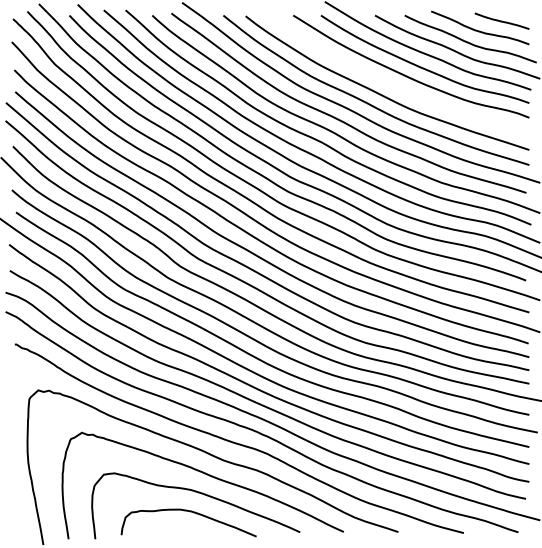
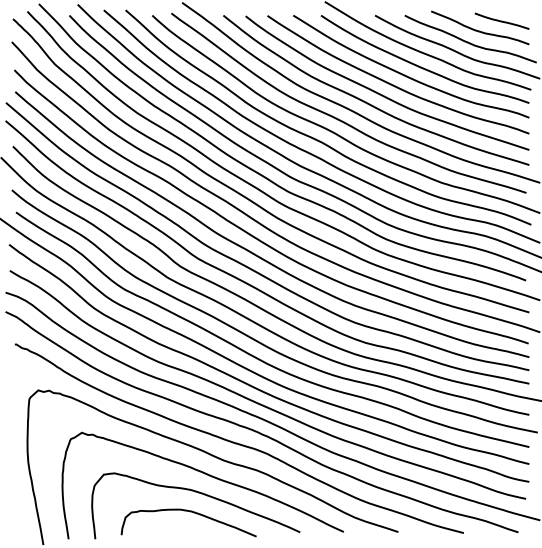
curve at (393, 84): none -> present
